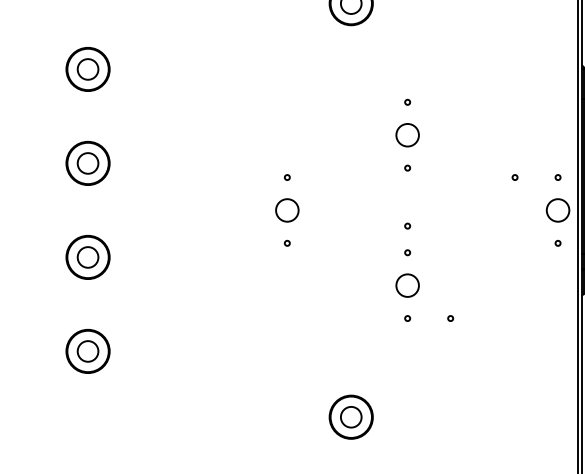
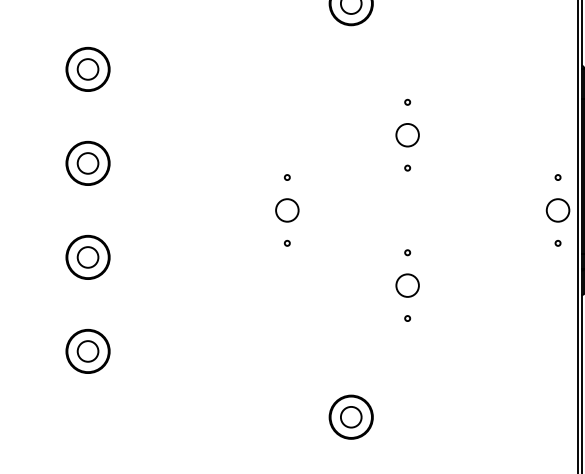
circle at (514, 177): present -> none
circle at (407, 225): present -> none
circle at (450, 318): present -> none
